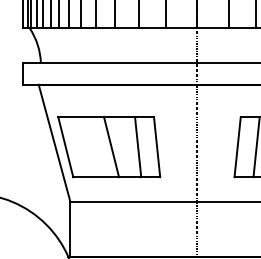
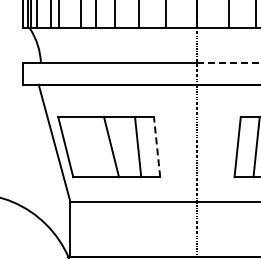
line at (42, 15): present -> none
line at (68, 15): present -> none
line at (229, 63): solid -> dashed
line at (157, 146): solid -> dashed
